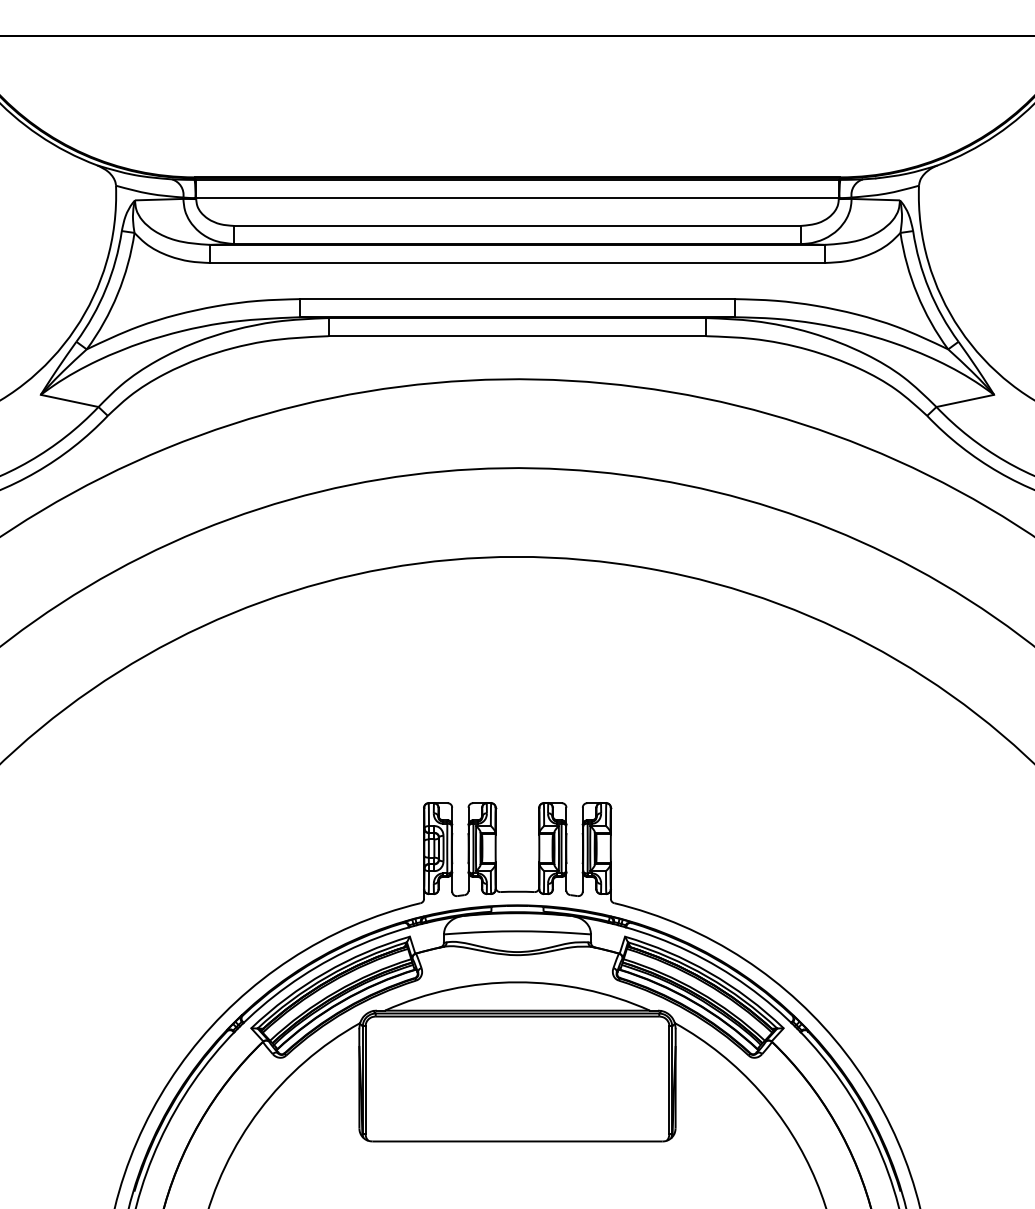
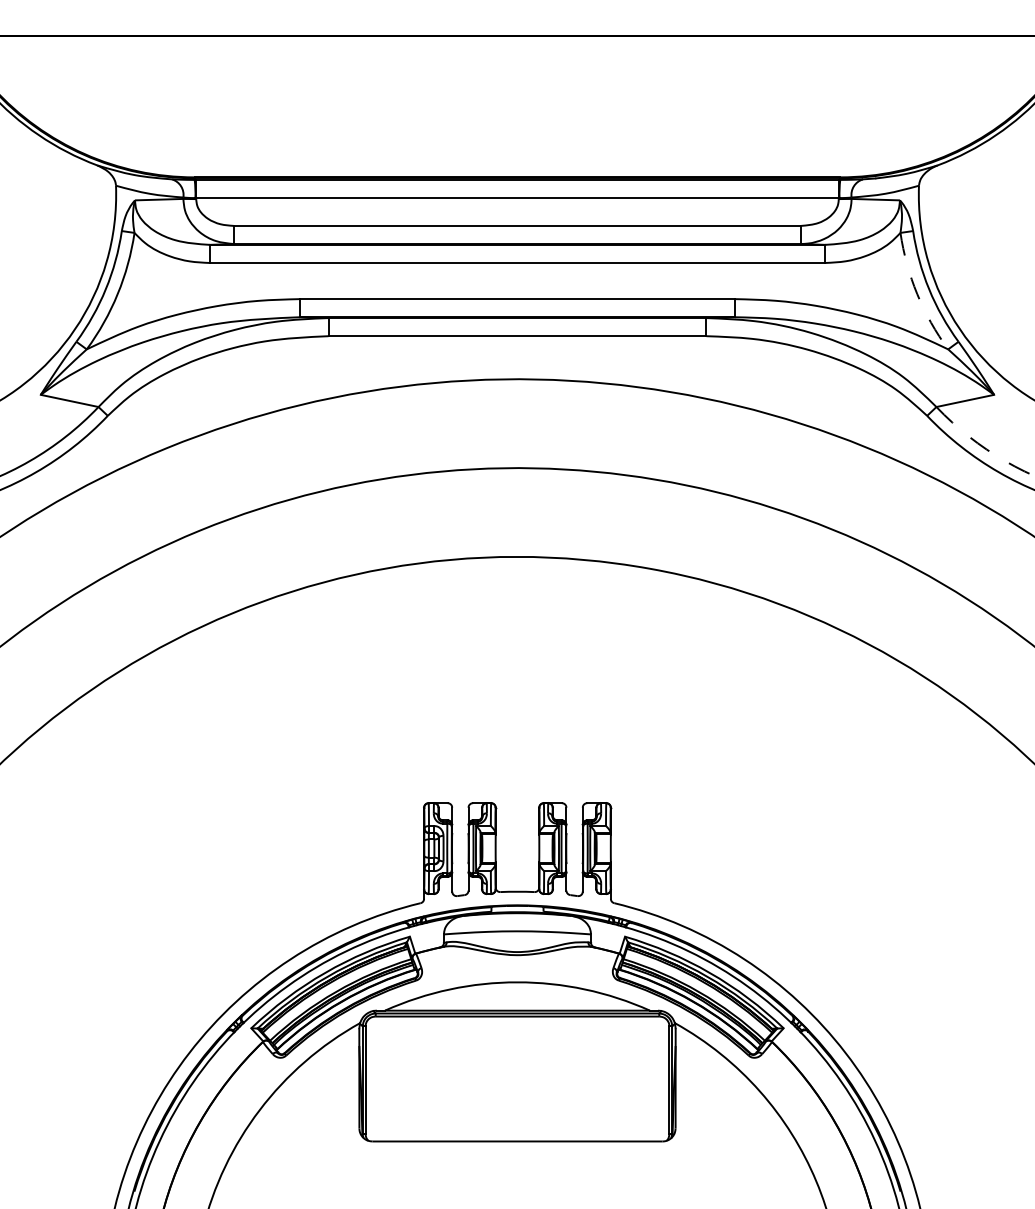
arc at (917, 294): solid -> dashed
arc at (981, 446): solid -> dashed
